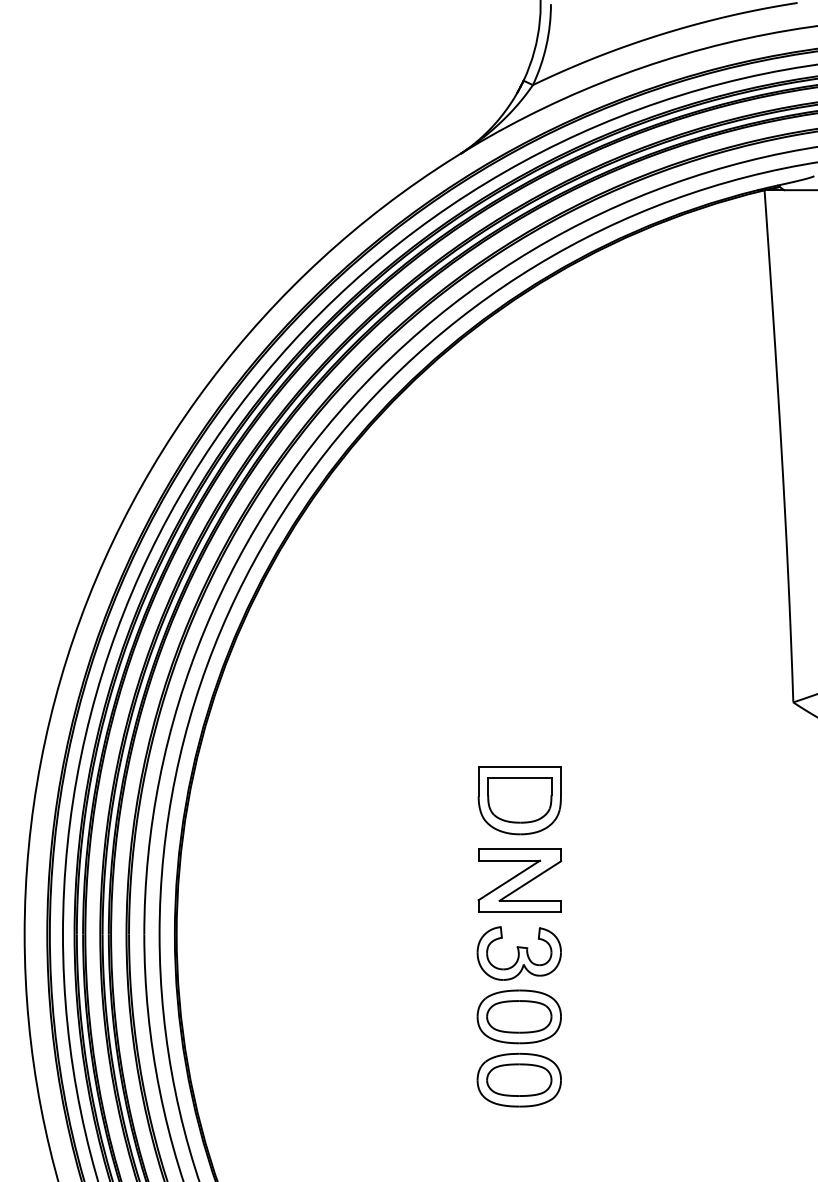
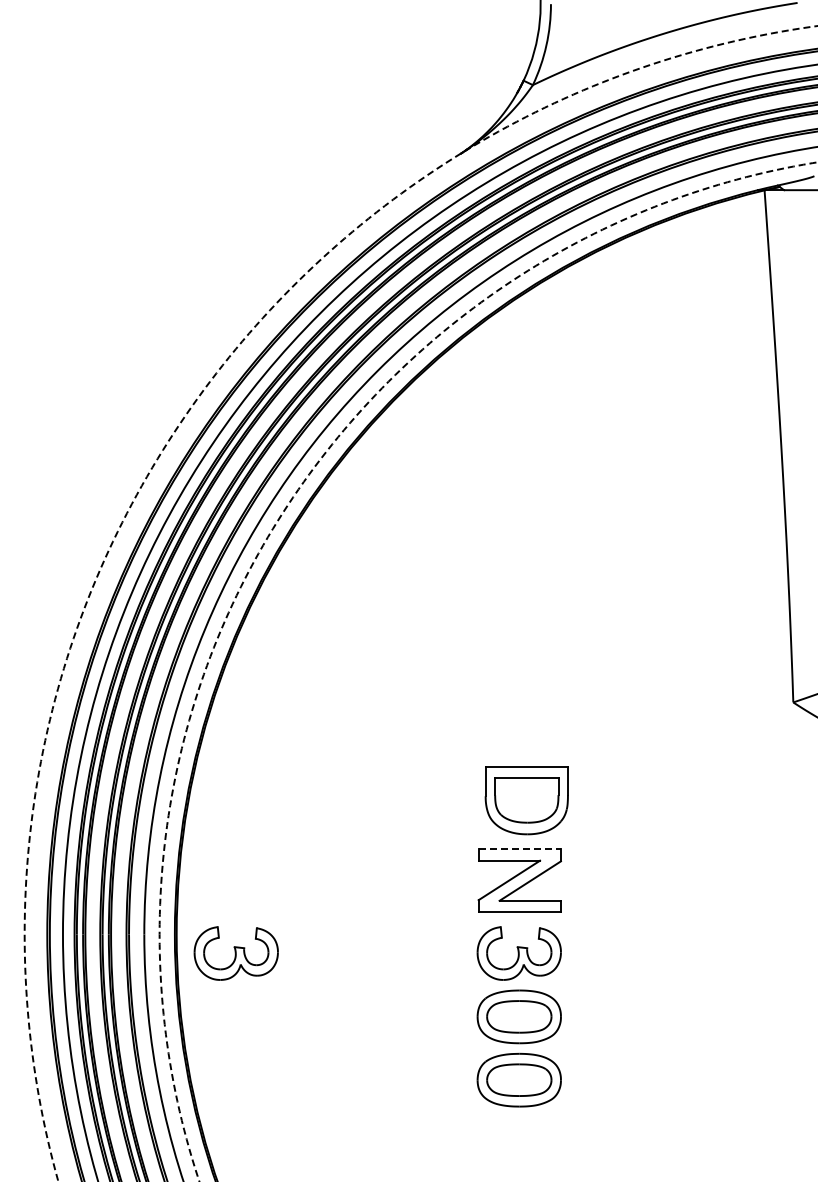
arc at (174, 432): solid -> dashed
circle at (488, 671): solid -> dashed
part at (519, 800) position: (519, 800) -> (526, 800)
line at (520, 849): solid -> dashed
part at (235, 953): none -> present
